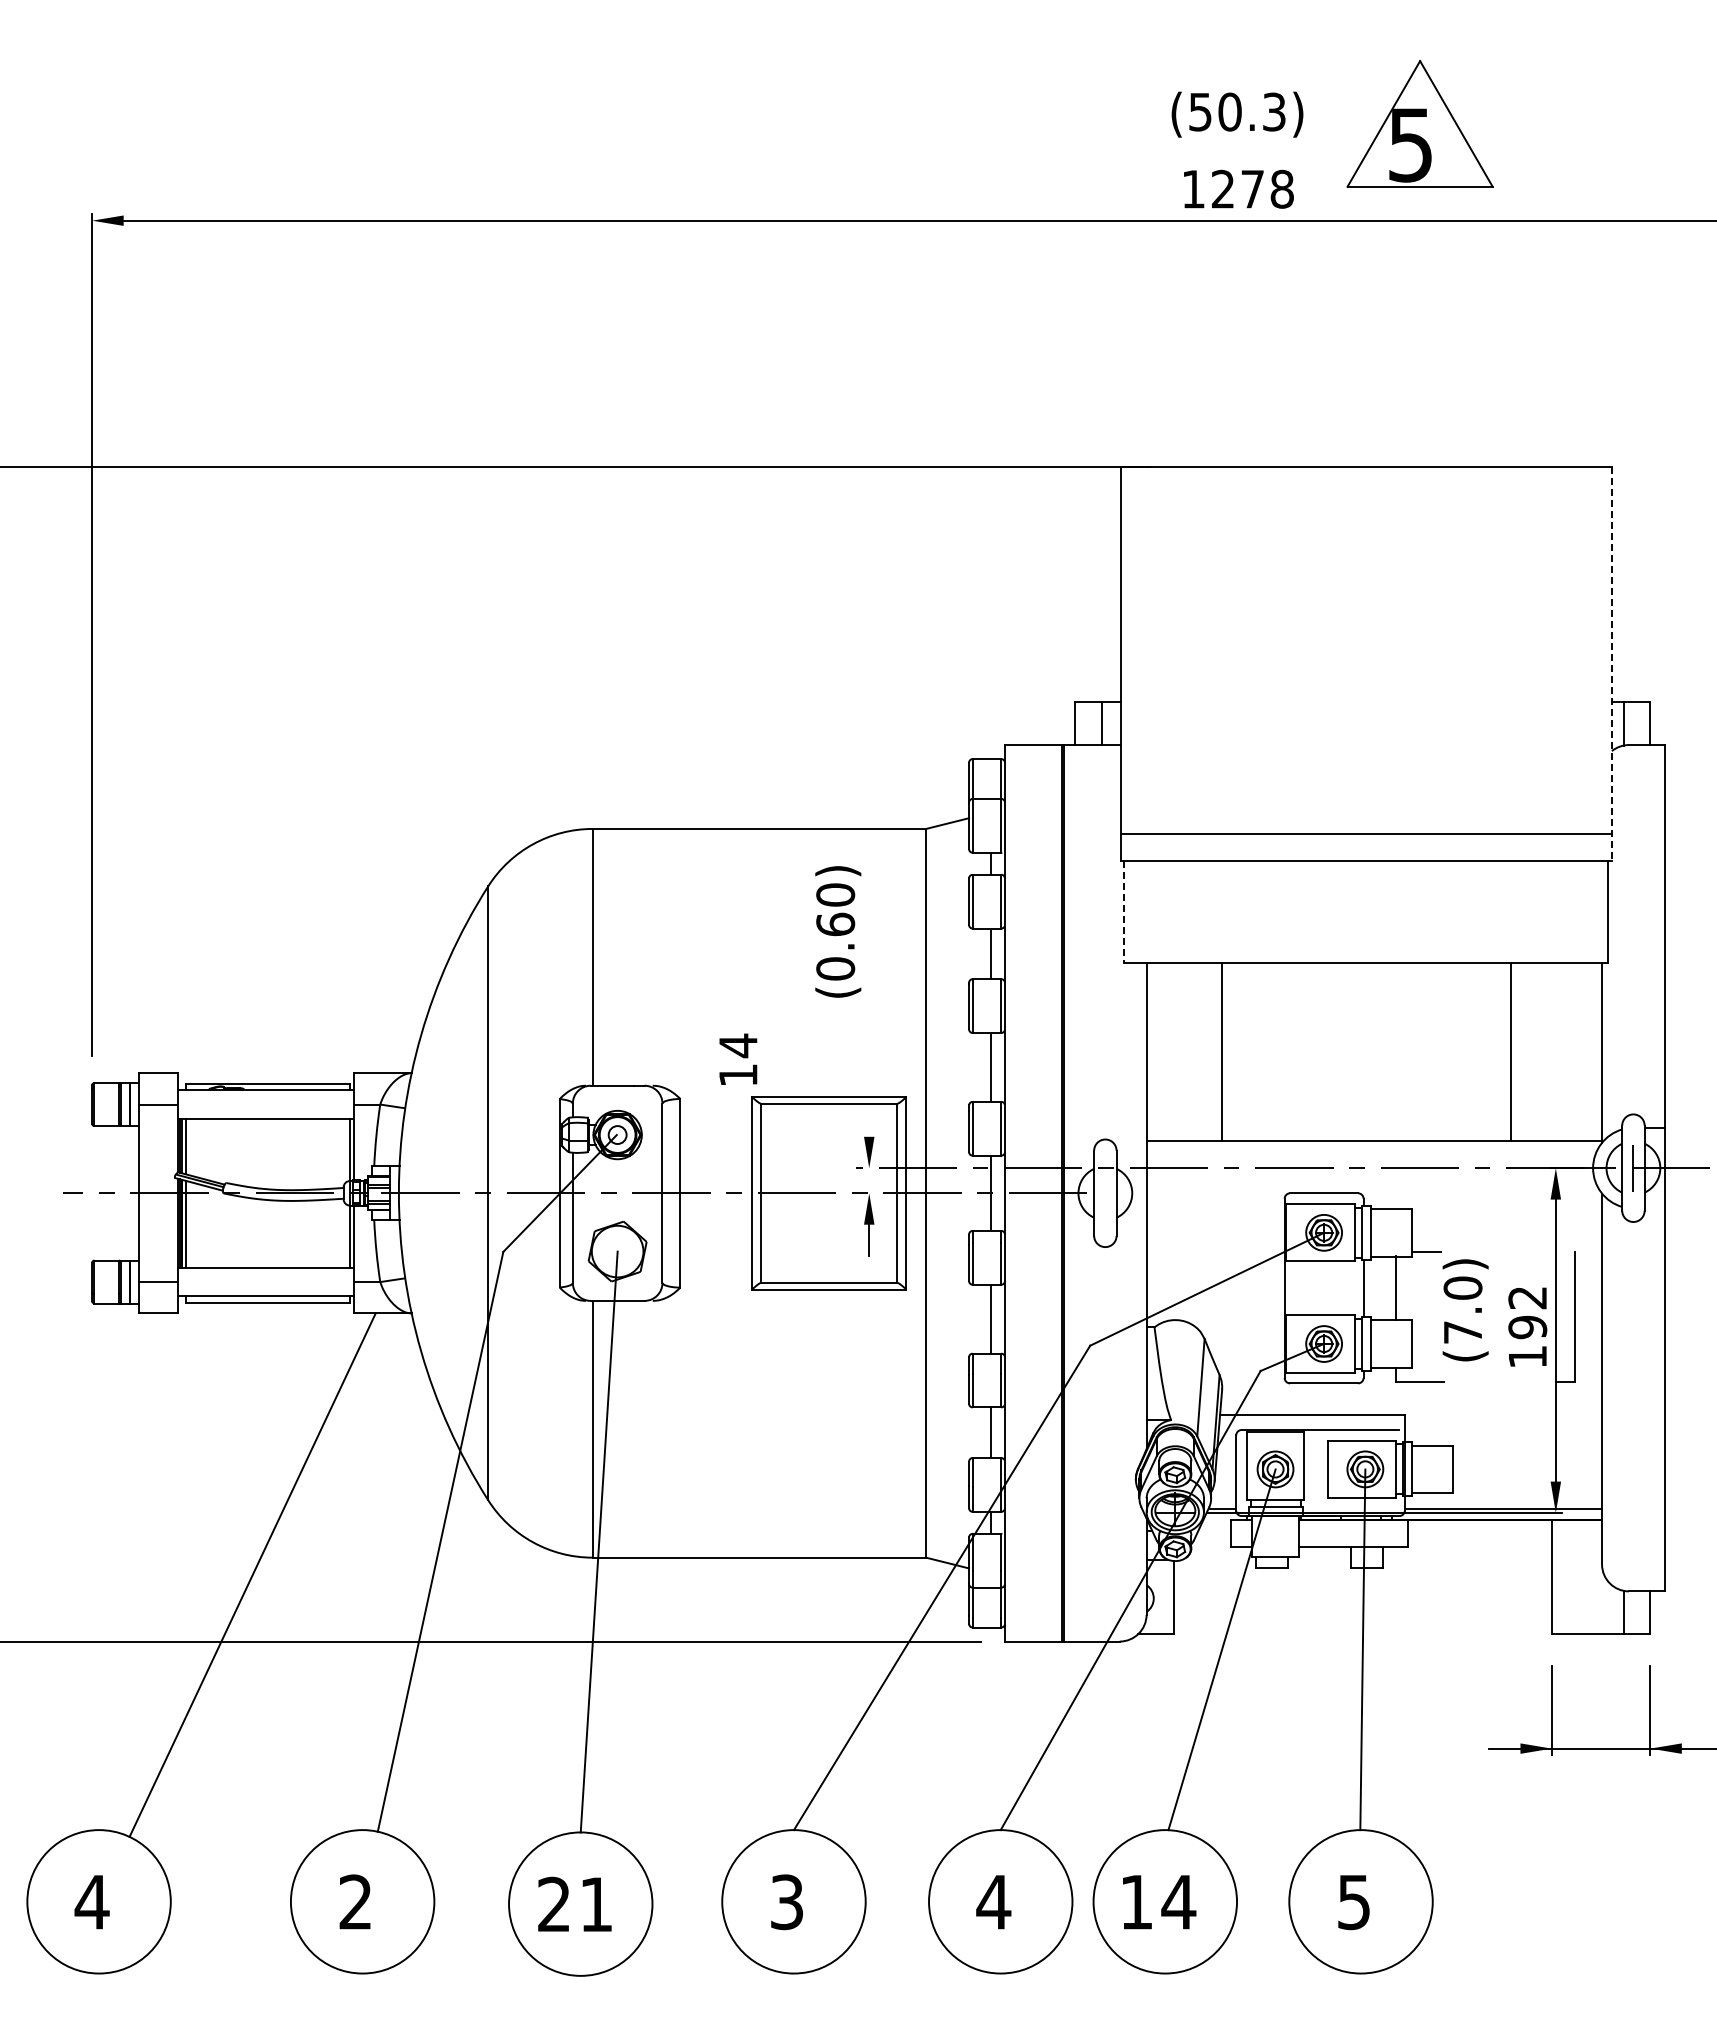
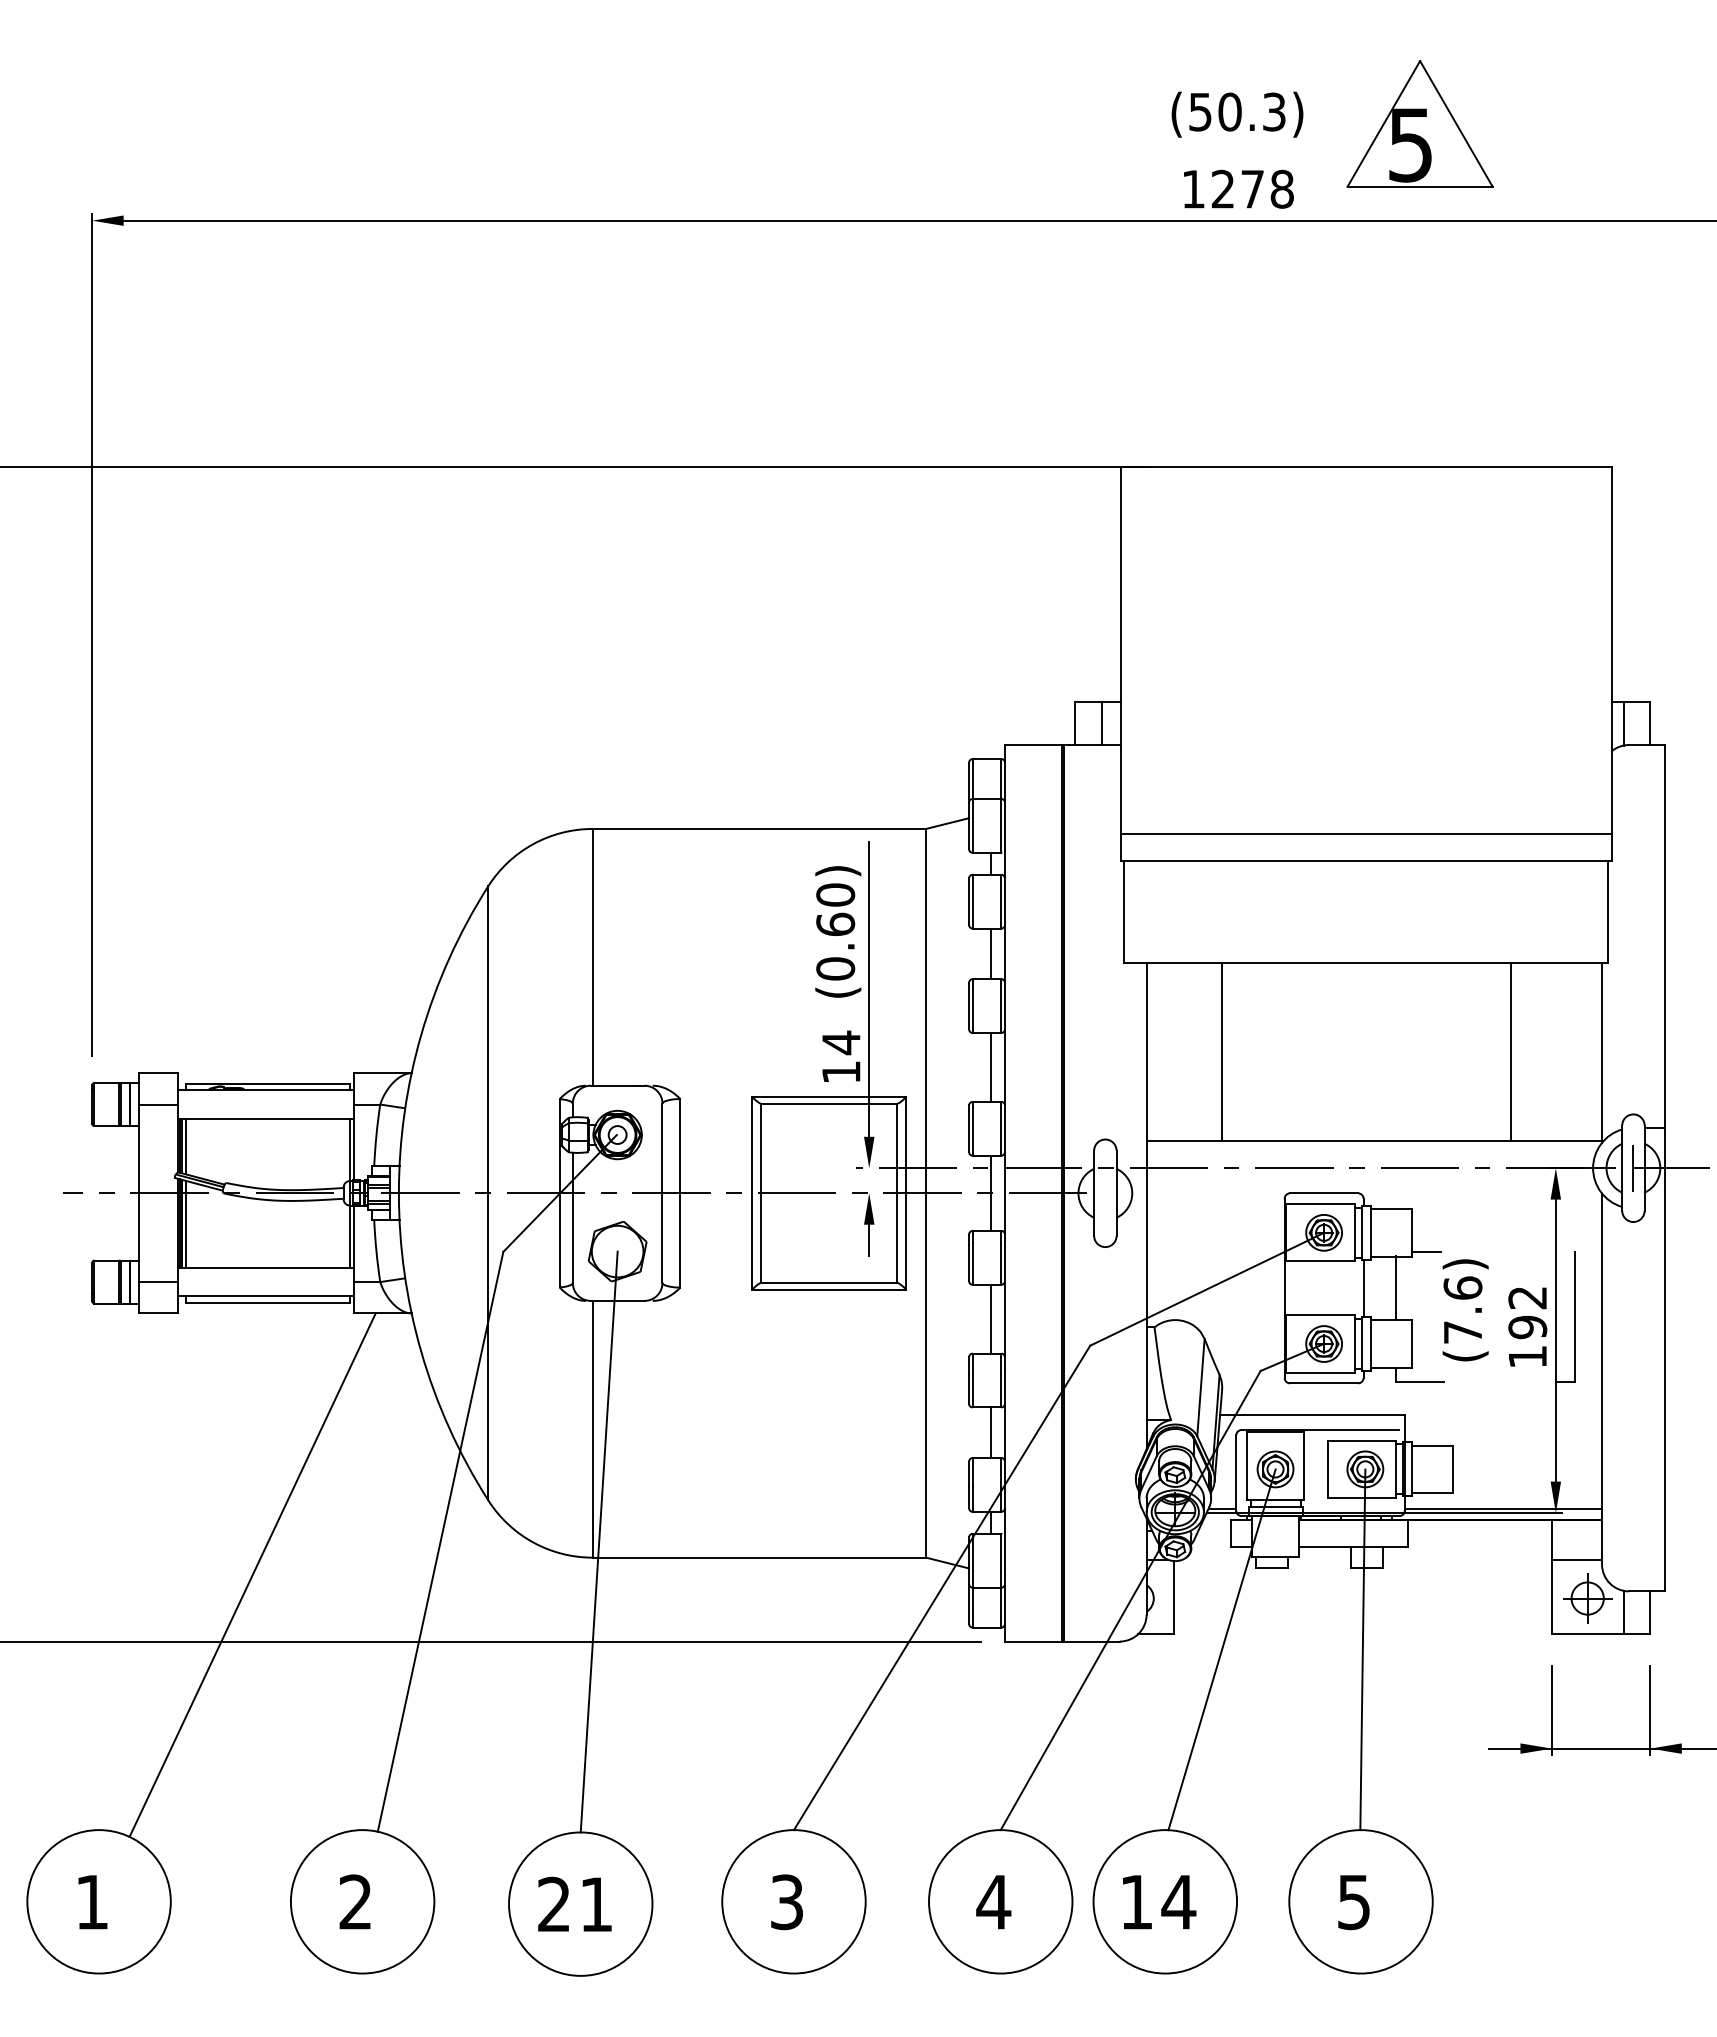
line at (1611, 664): dashed -> solid
line at (1124, 912): dashed -> solid
line at (869, 988): none -> present
text at (738, 1058) position: (738, 1058) -> (841, 1055)
text at (1462, 1287): (7.0) -> (7.6)
line at (1576, 1559): none -> present
part at (1587, 1598): none -> present
text at (91, 1902): 4 -> 1
